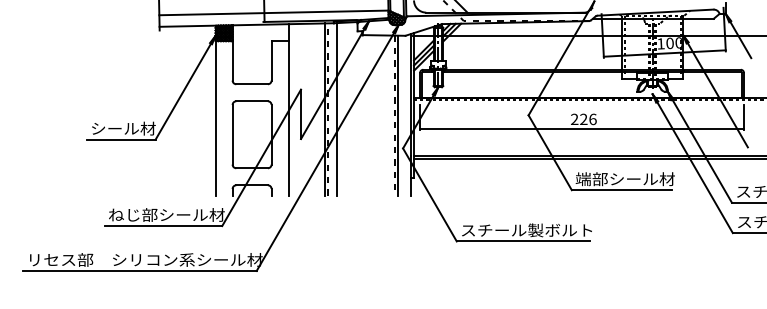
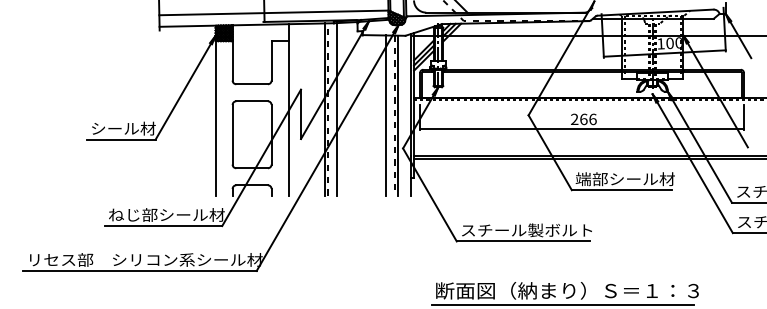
line at (386, 115): none -> present
text at (583, 119): 226 -> 266
part at (564, 293): none -> present
